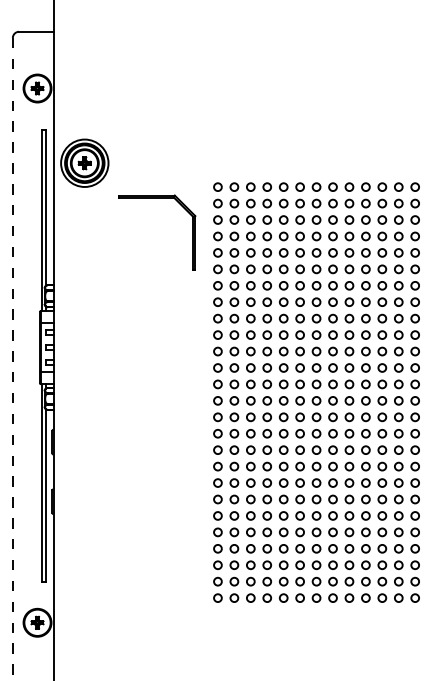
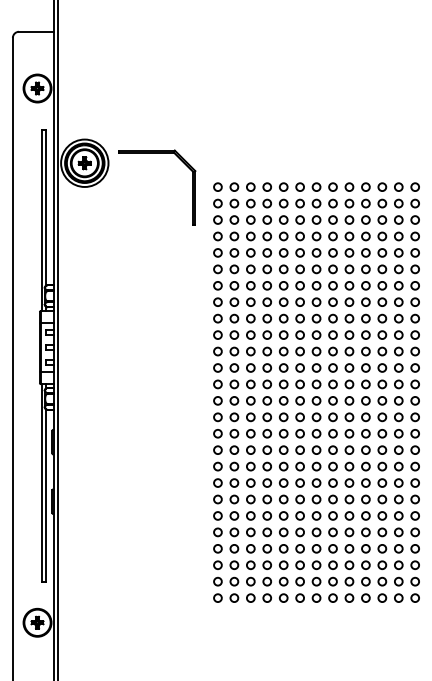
part at (157, 198) position: (157, 198) -> (157, 153)
line at (57, 339): none -> present
line at (12, 359): dashed -> solid
